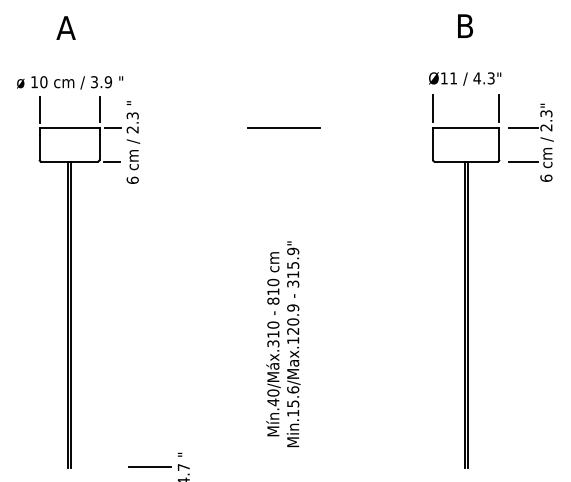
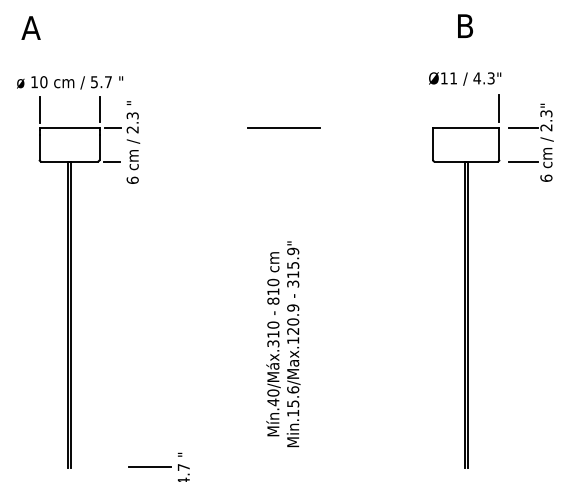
text at (65, 27) position: (65, 27) -> (30, 27)
text at (101, 82): 3.9 -> 5.7
line at (432, 108): present -> none
